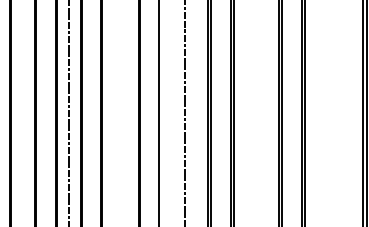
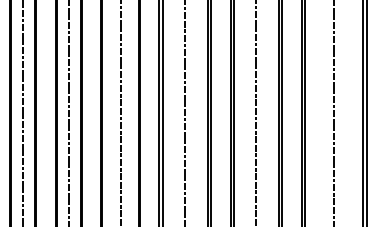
line at (23, 112): none -> present
line at (120, 112): none -> present
line at (162, 112): none -> present
line at (256, 112): none -> present
line at (334, 112): none -> present
